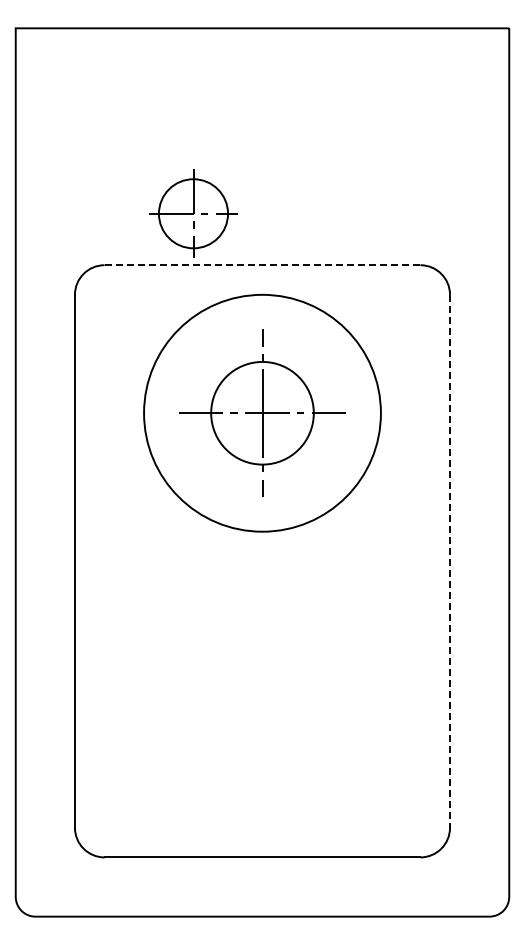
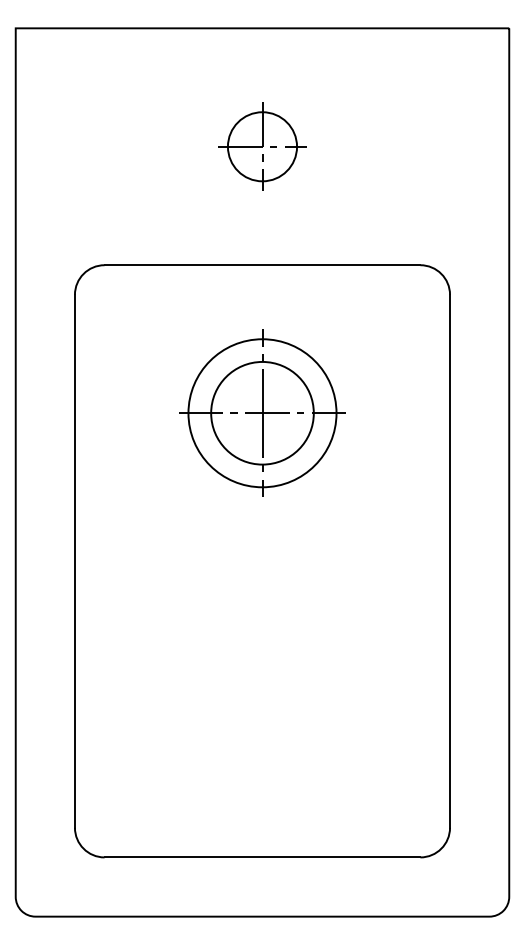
part at (193, 213) position: (193, 213) -> (262, 146)
line at (262, 265): dashed -> solid
circle at (262, 412) diameter: 237 px -> 148 px
line at (450, 561): dashed -> solid
